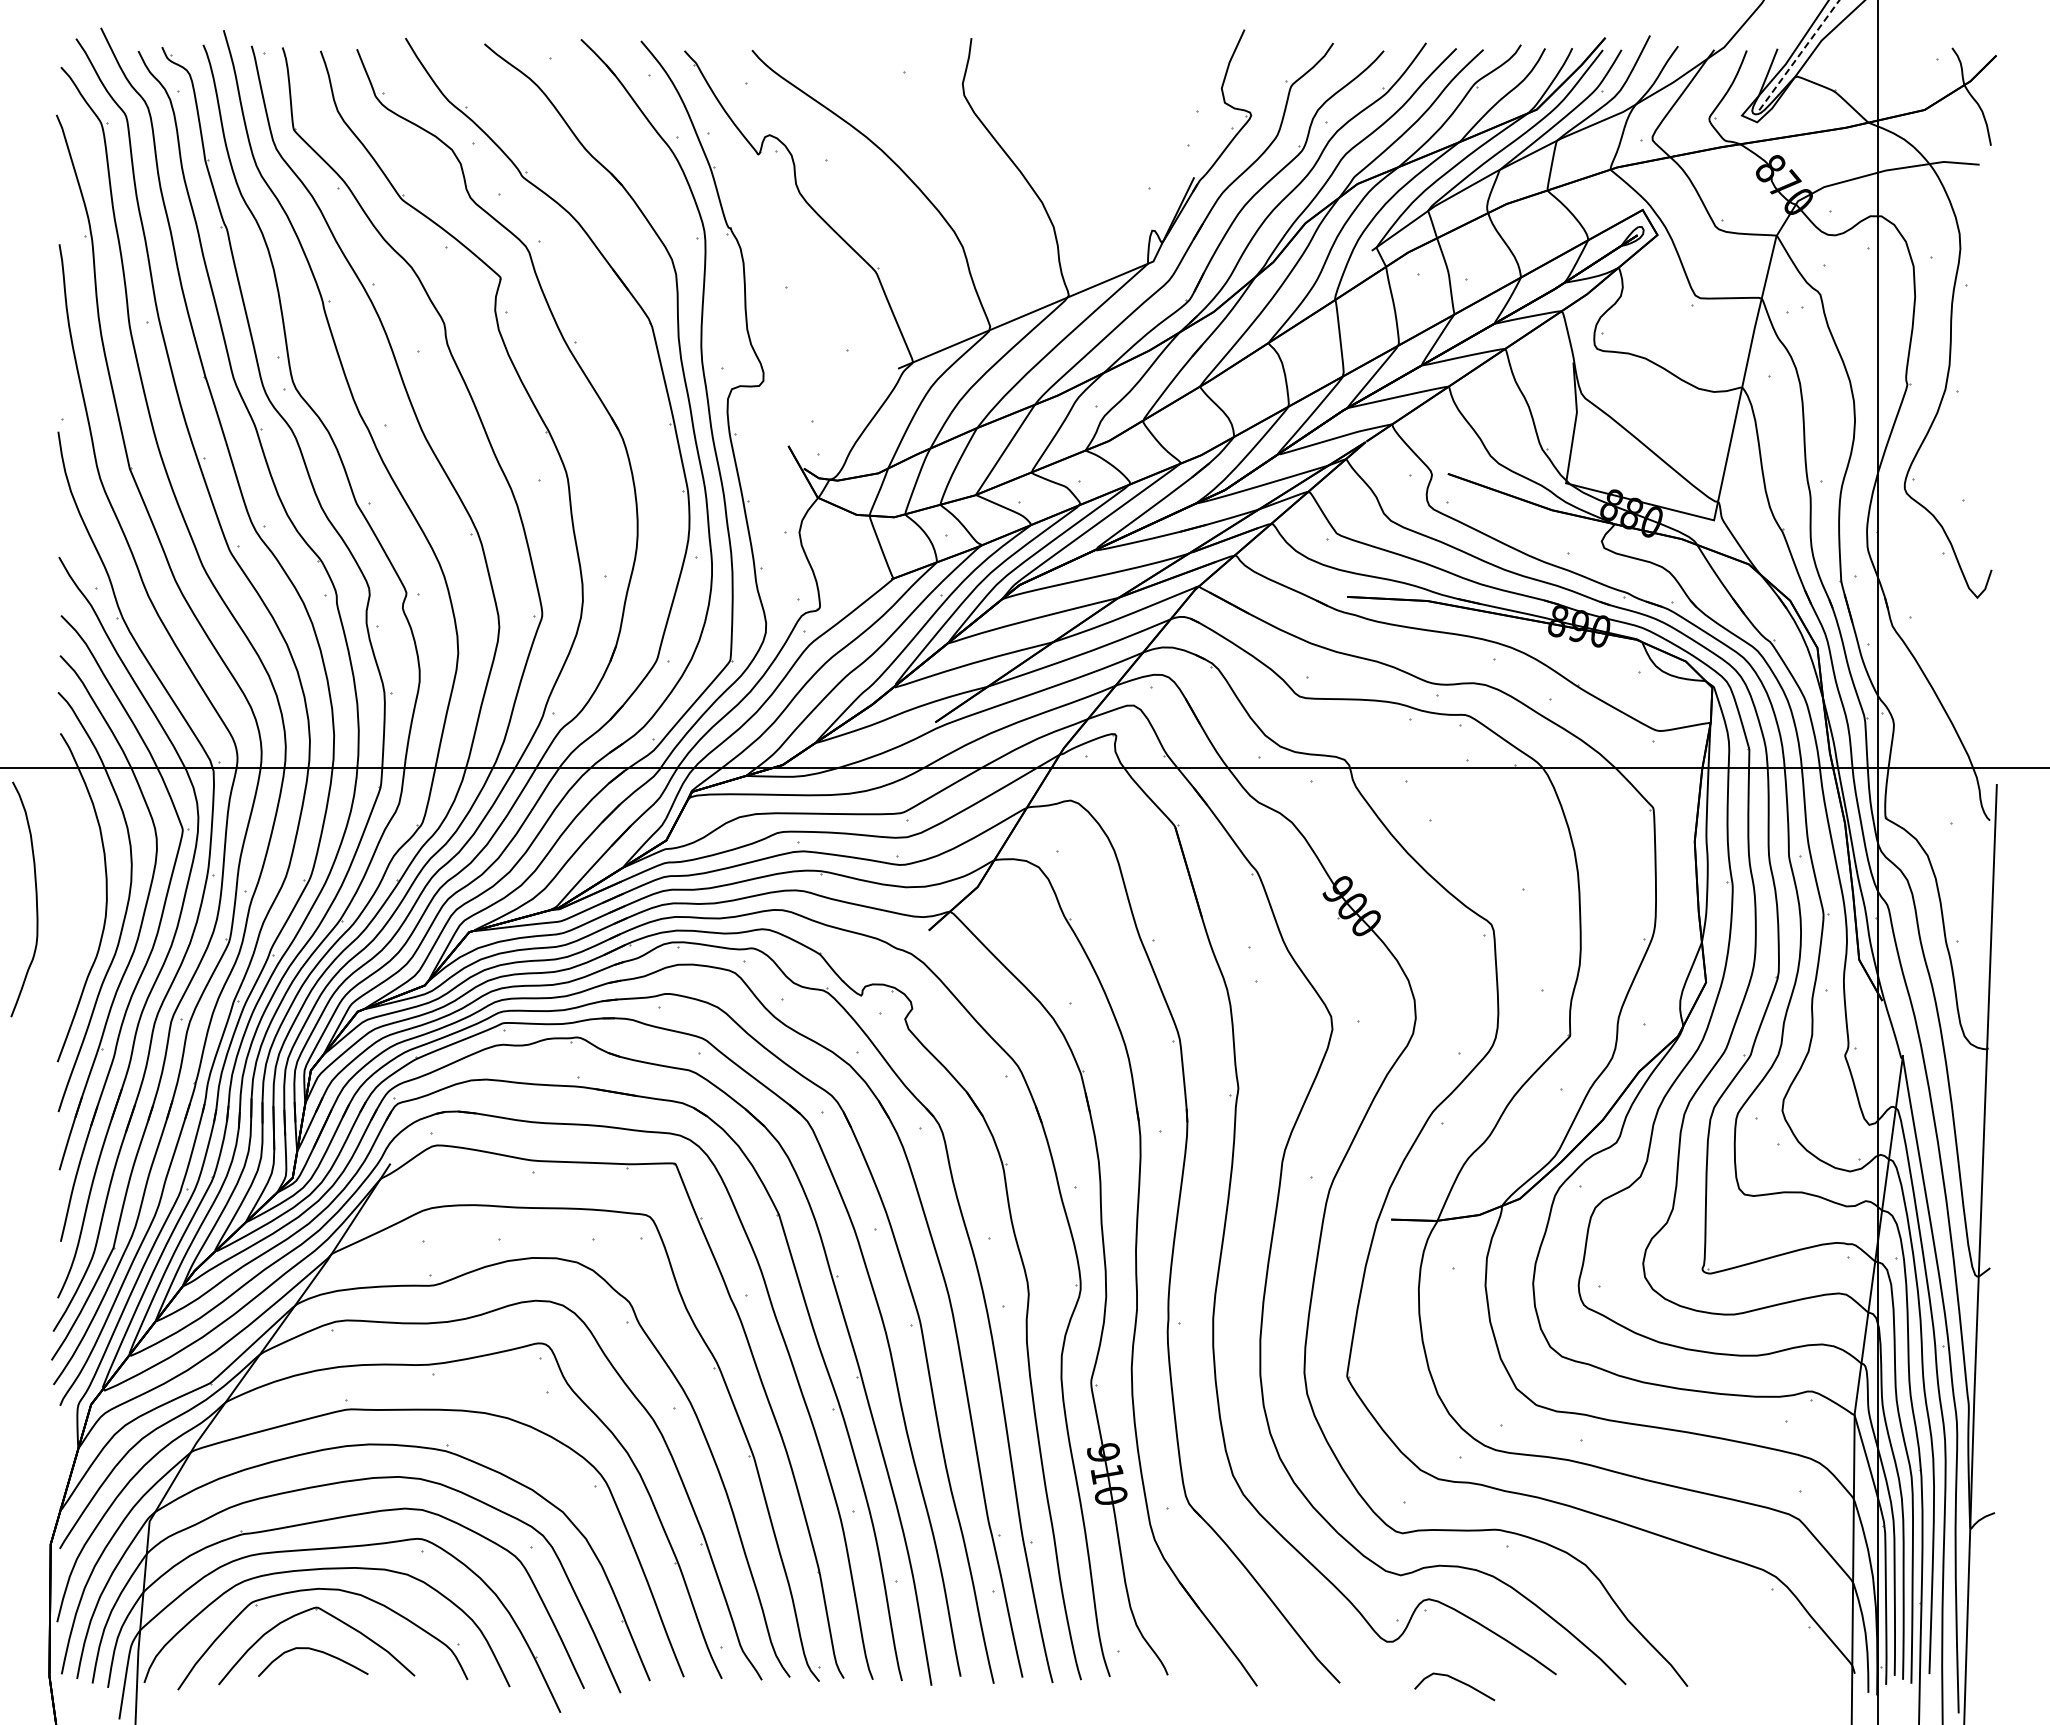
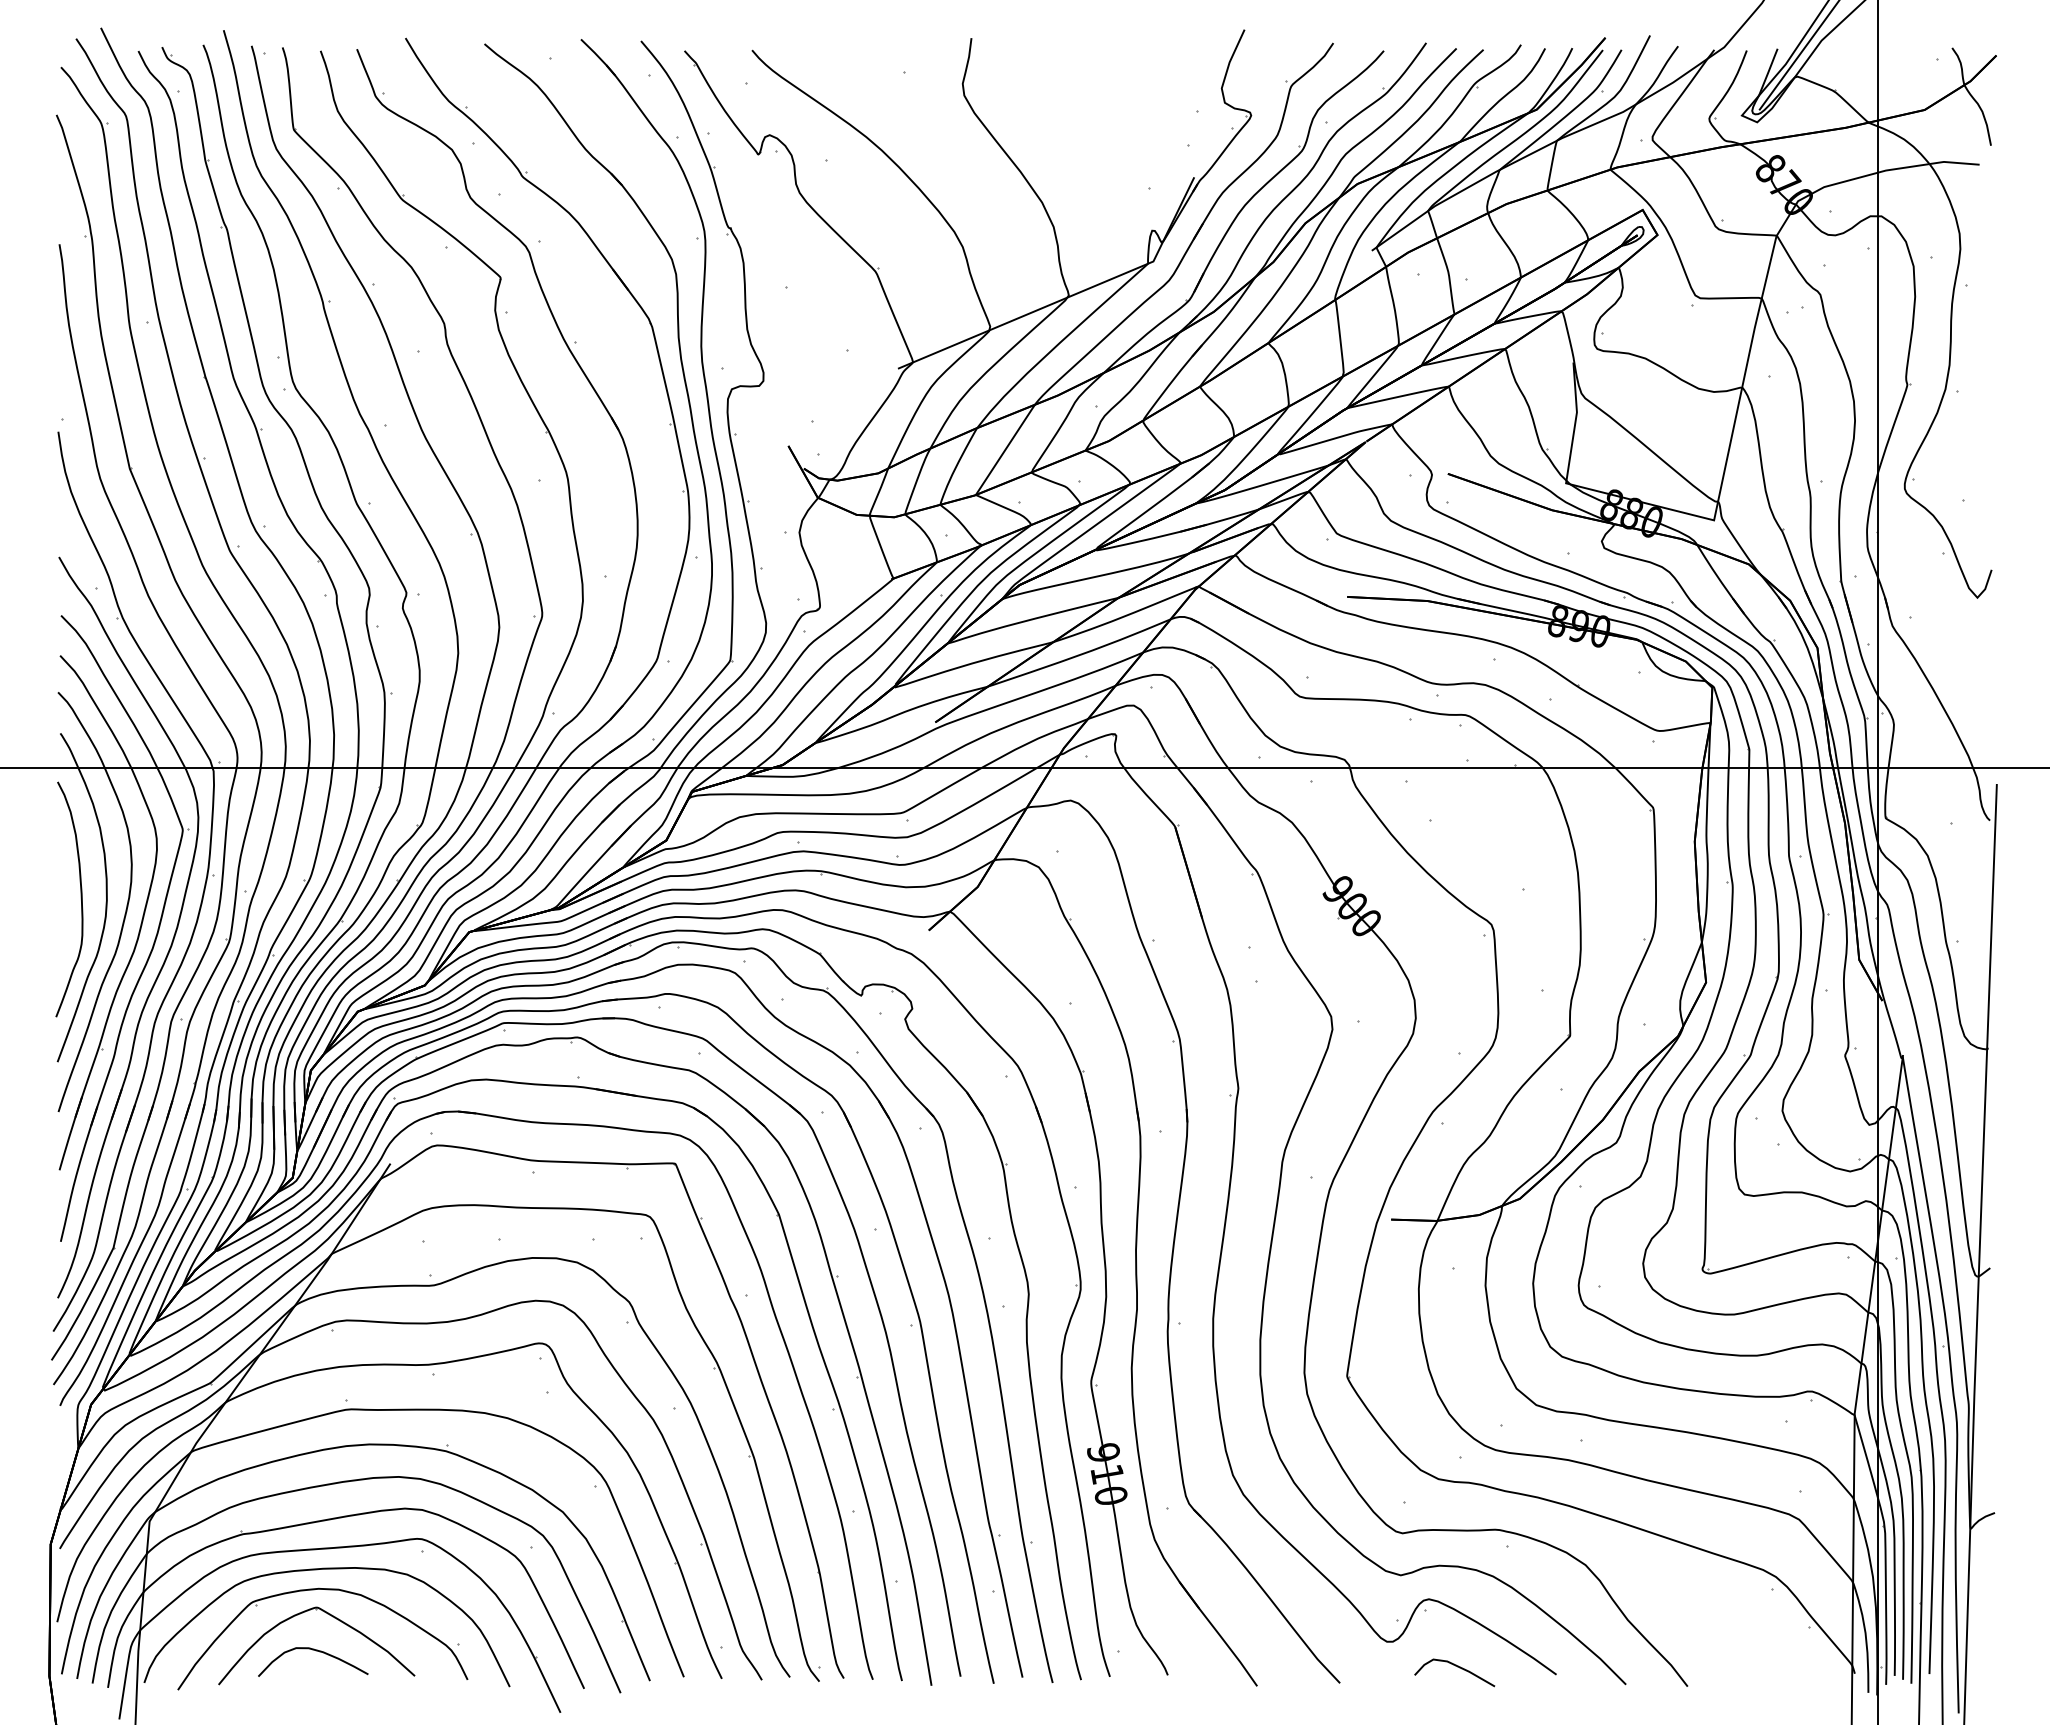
line at (1799, 54): dashed -> solid
curve at (35, 898) position: (35, 898) -> (80, 898)
curve at (1457, 1681) position: (1457, 1681) -> (1457, 1667)
